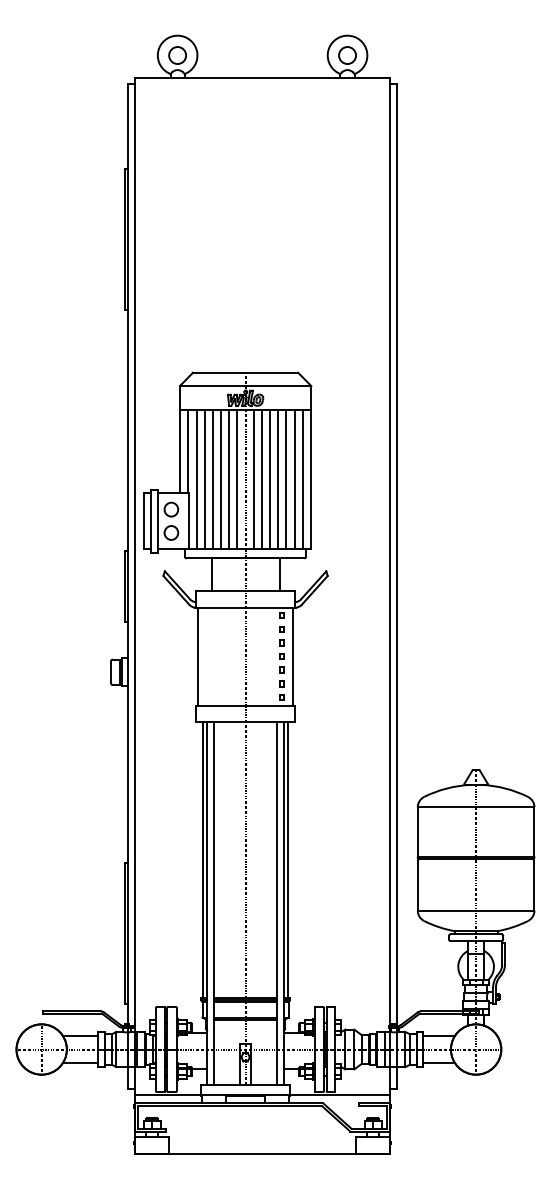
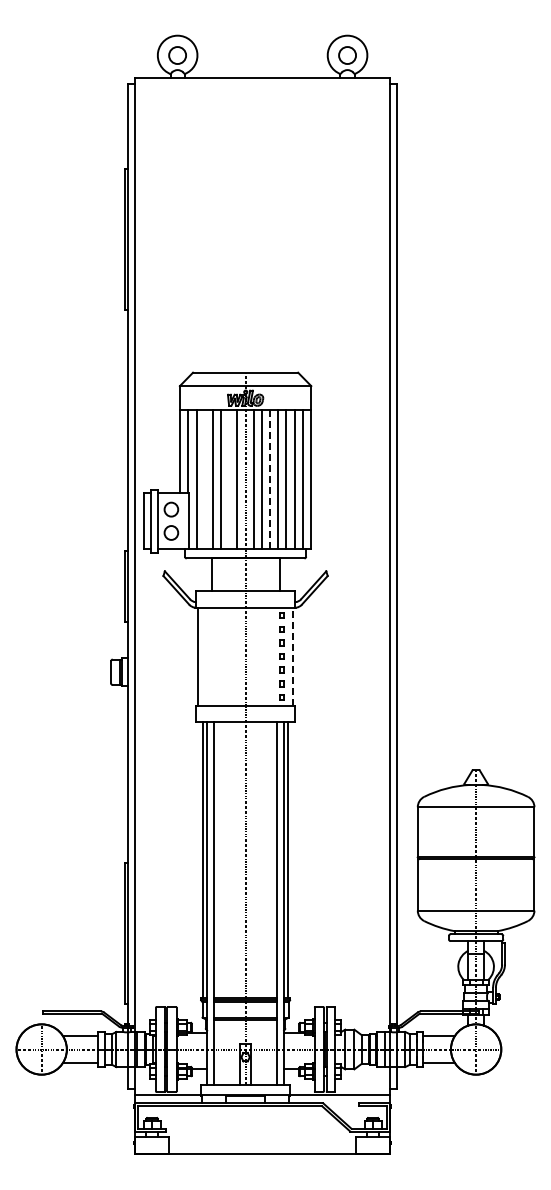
line at (204, 479): present -> none
line at (229, 479): present -> none
line at (270, 479): solid -> dashed
line at (293, 656): solid -> dashed
